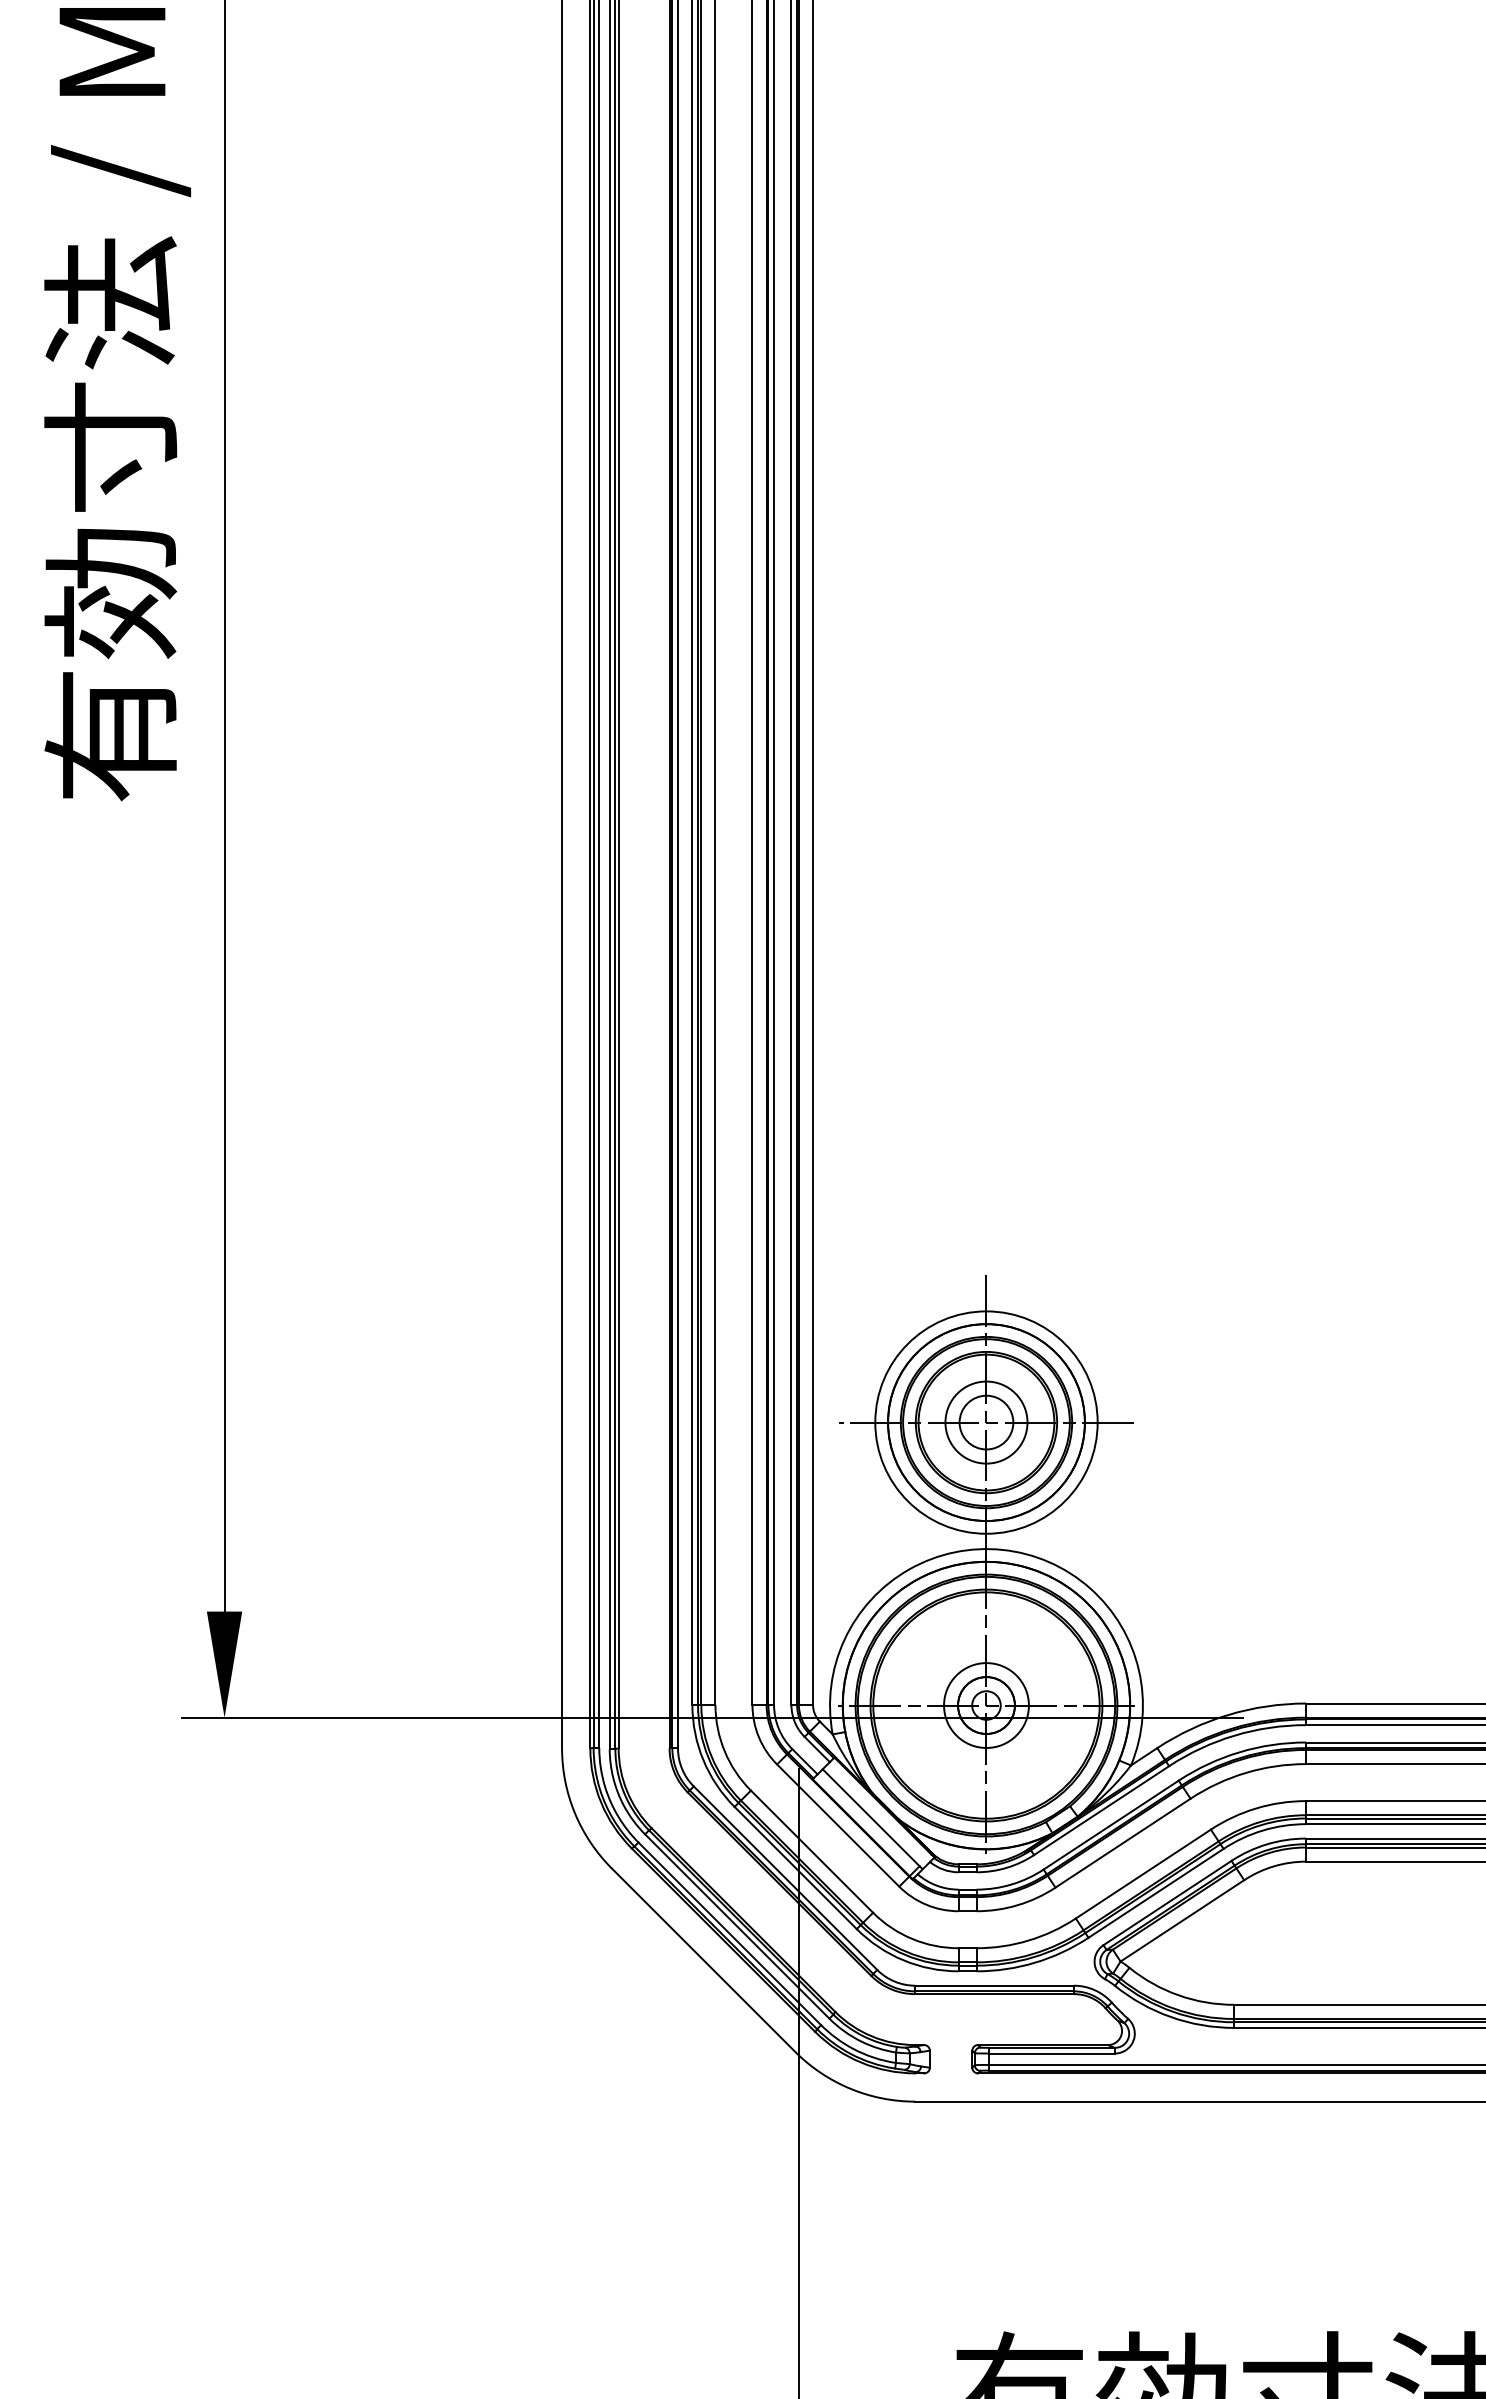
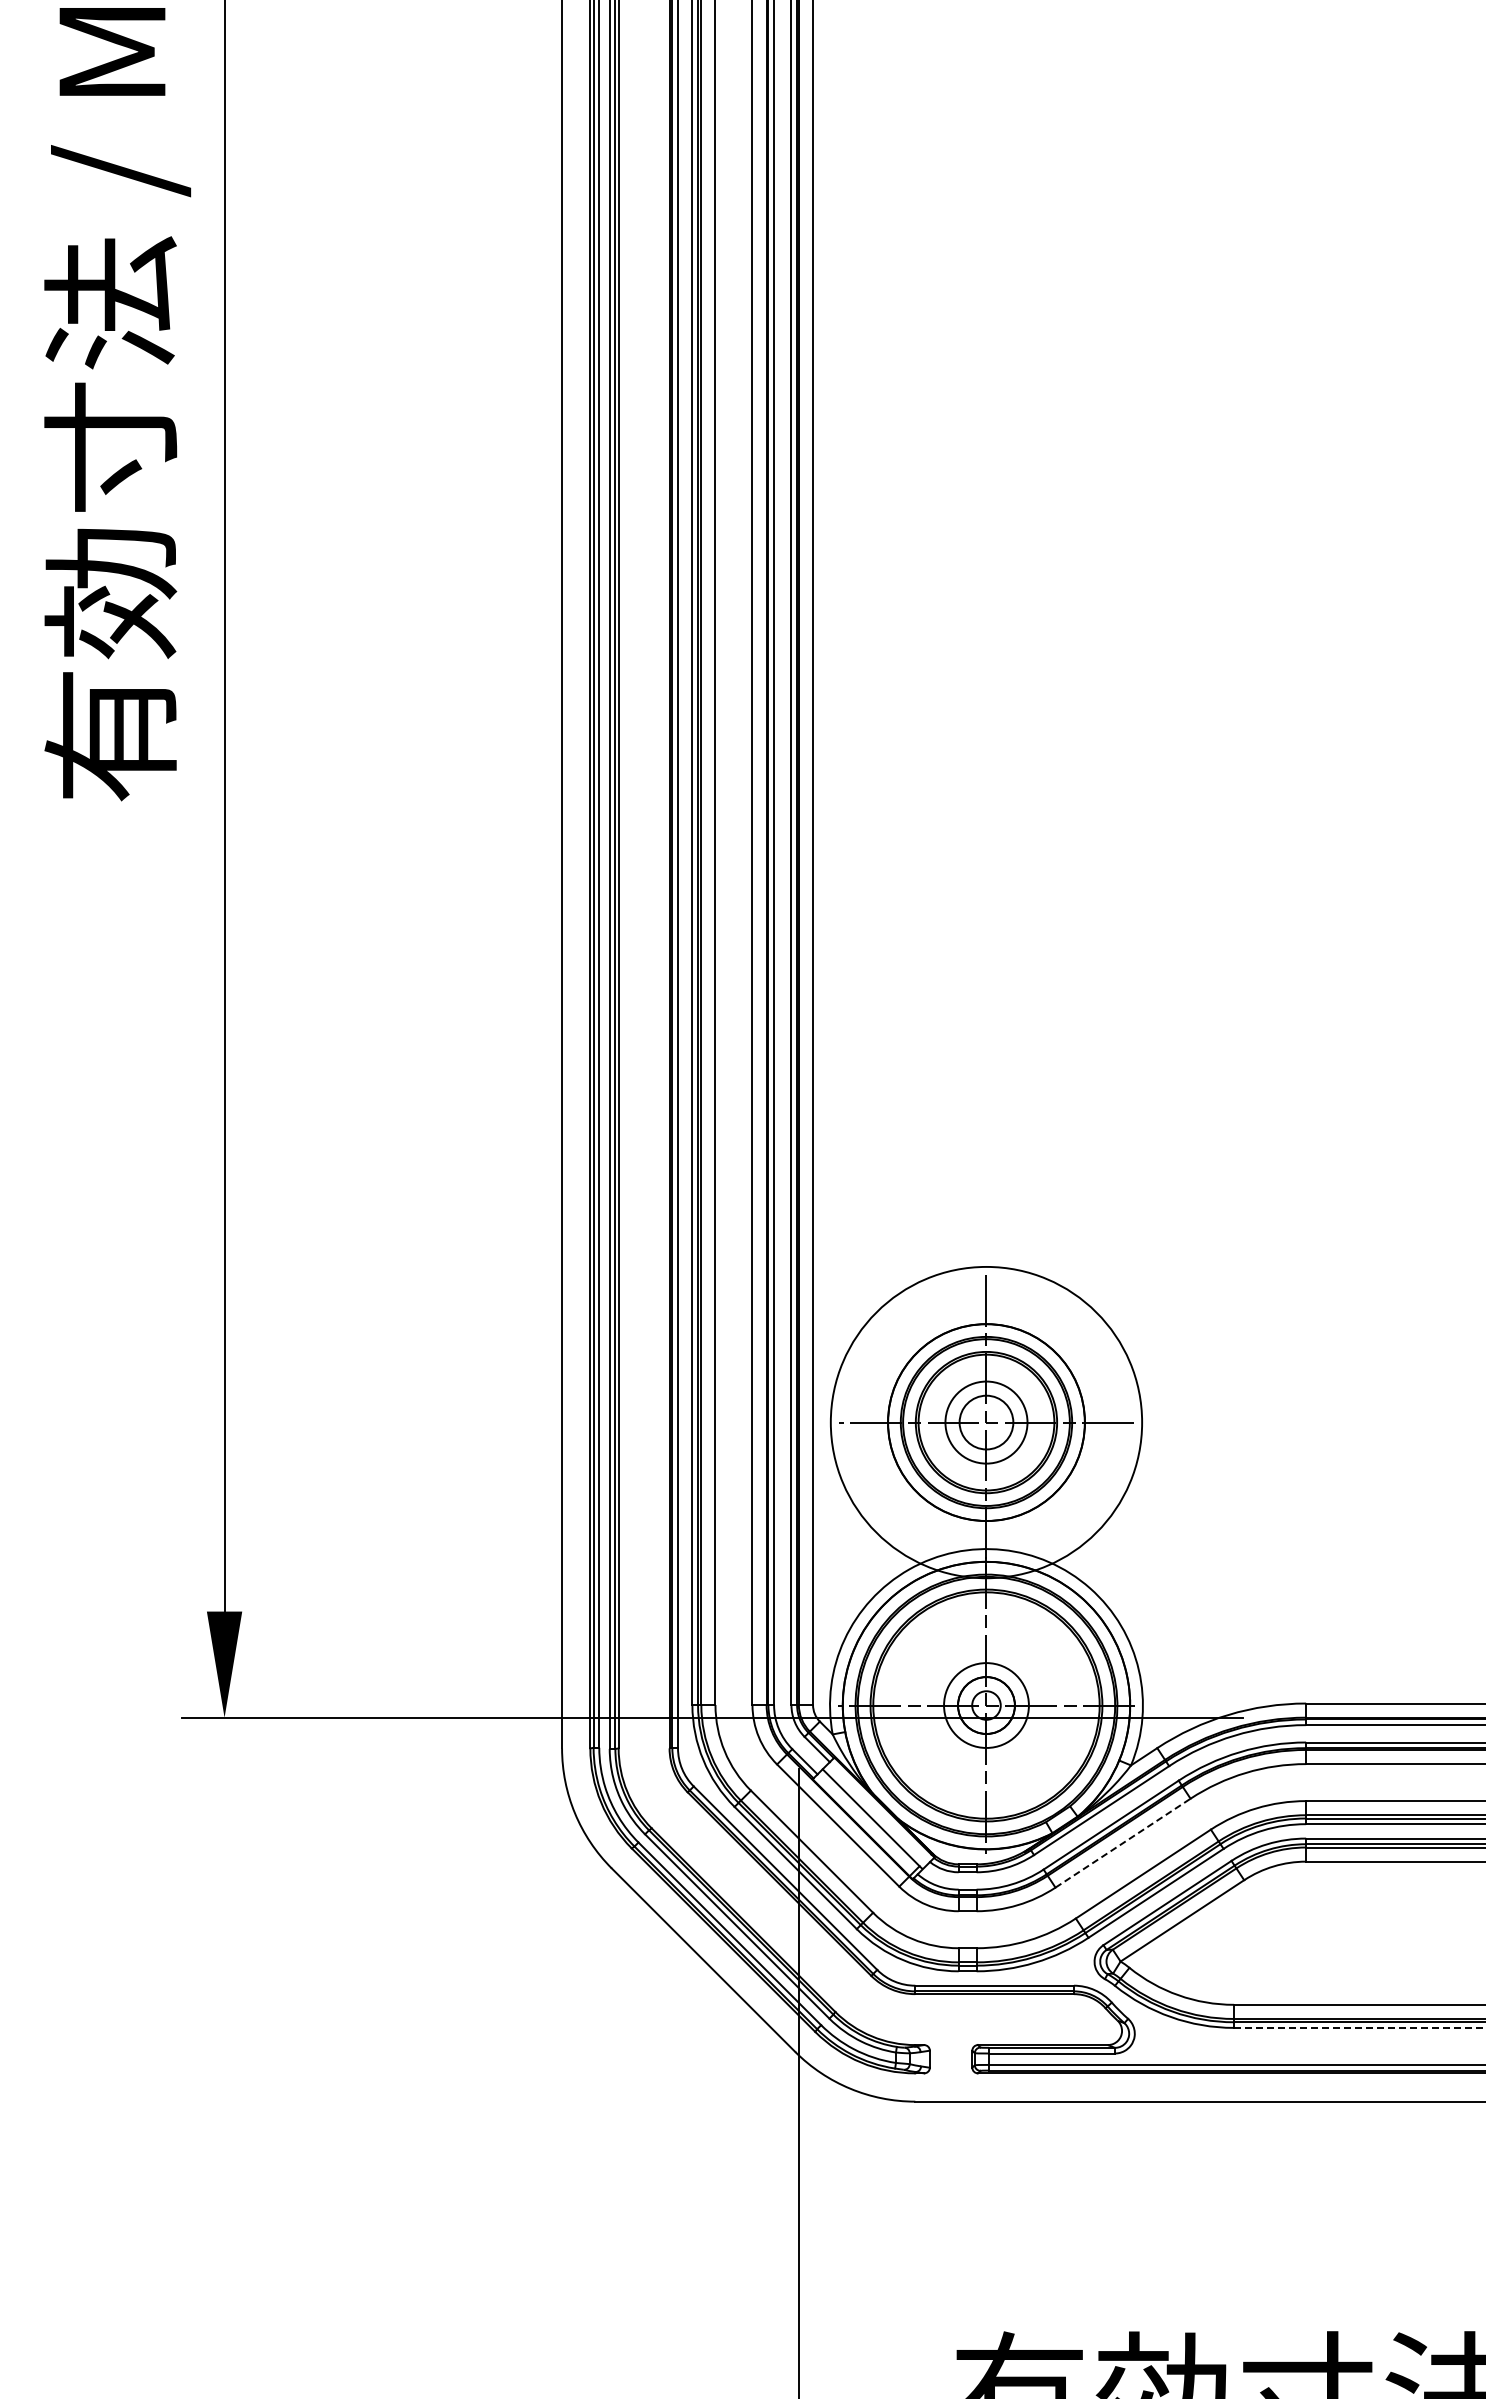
circle at (986, 1422) diameter: 222 px -> 311 px
line at (1123, 1843): solid -> dashed
line at (1359, 2027): solid -> dashed
